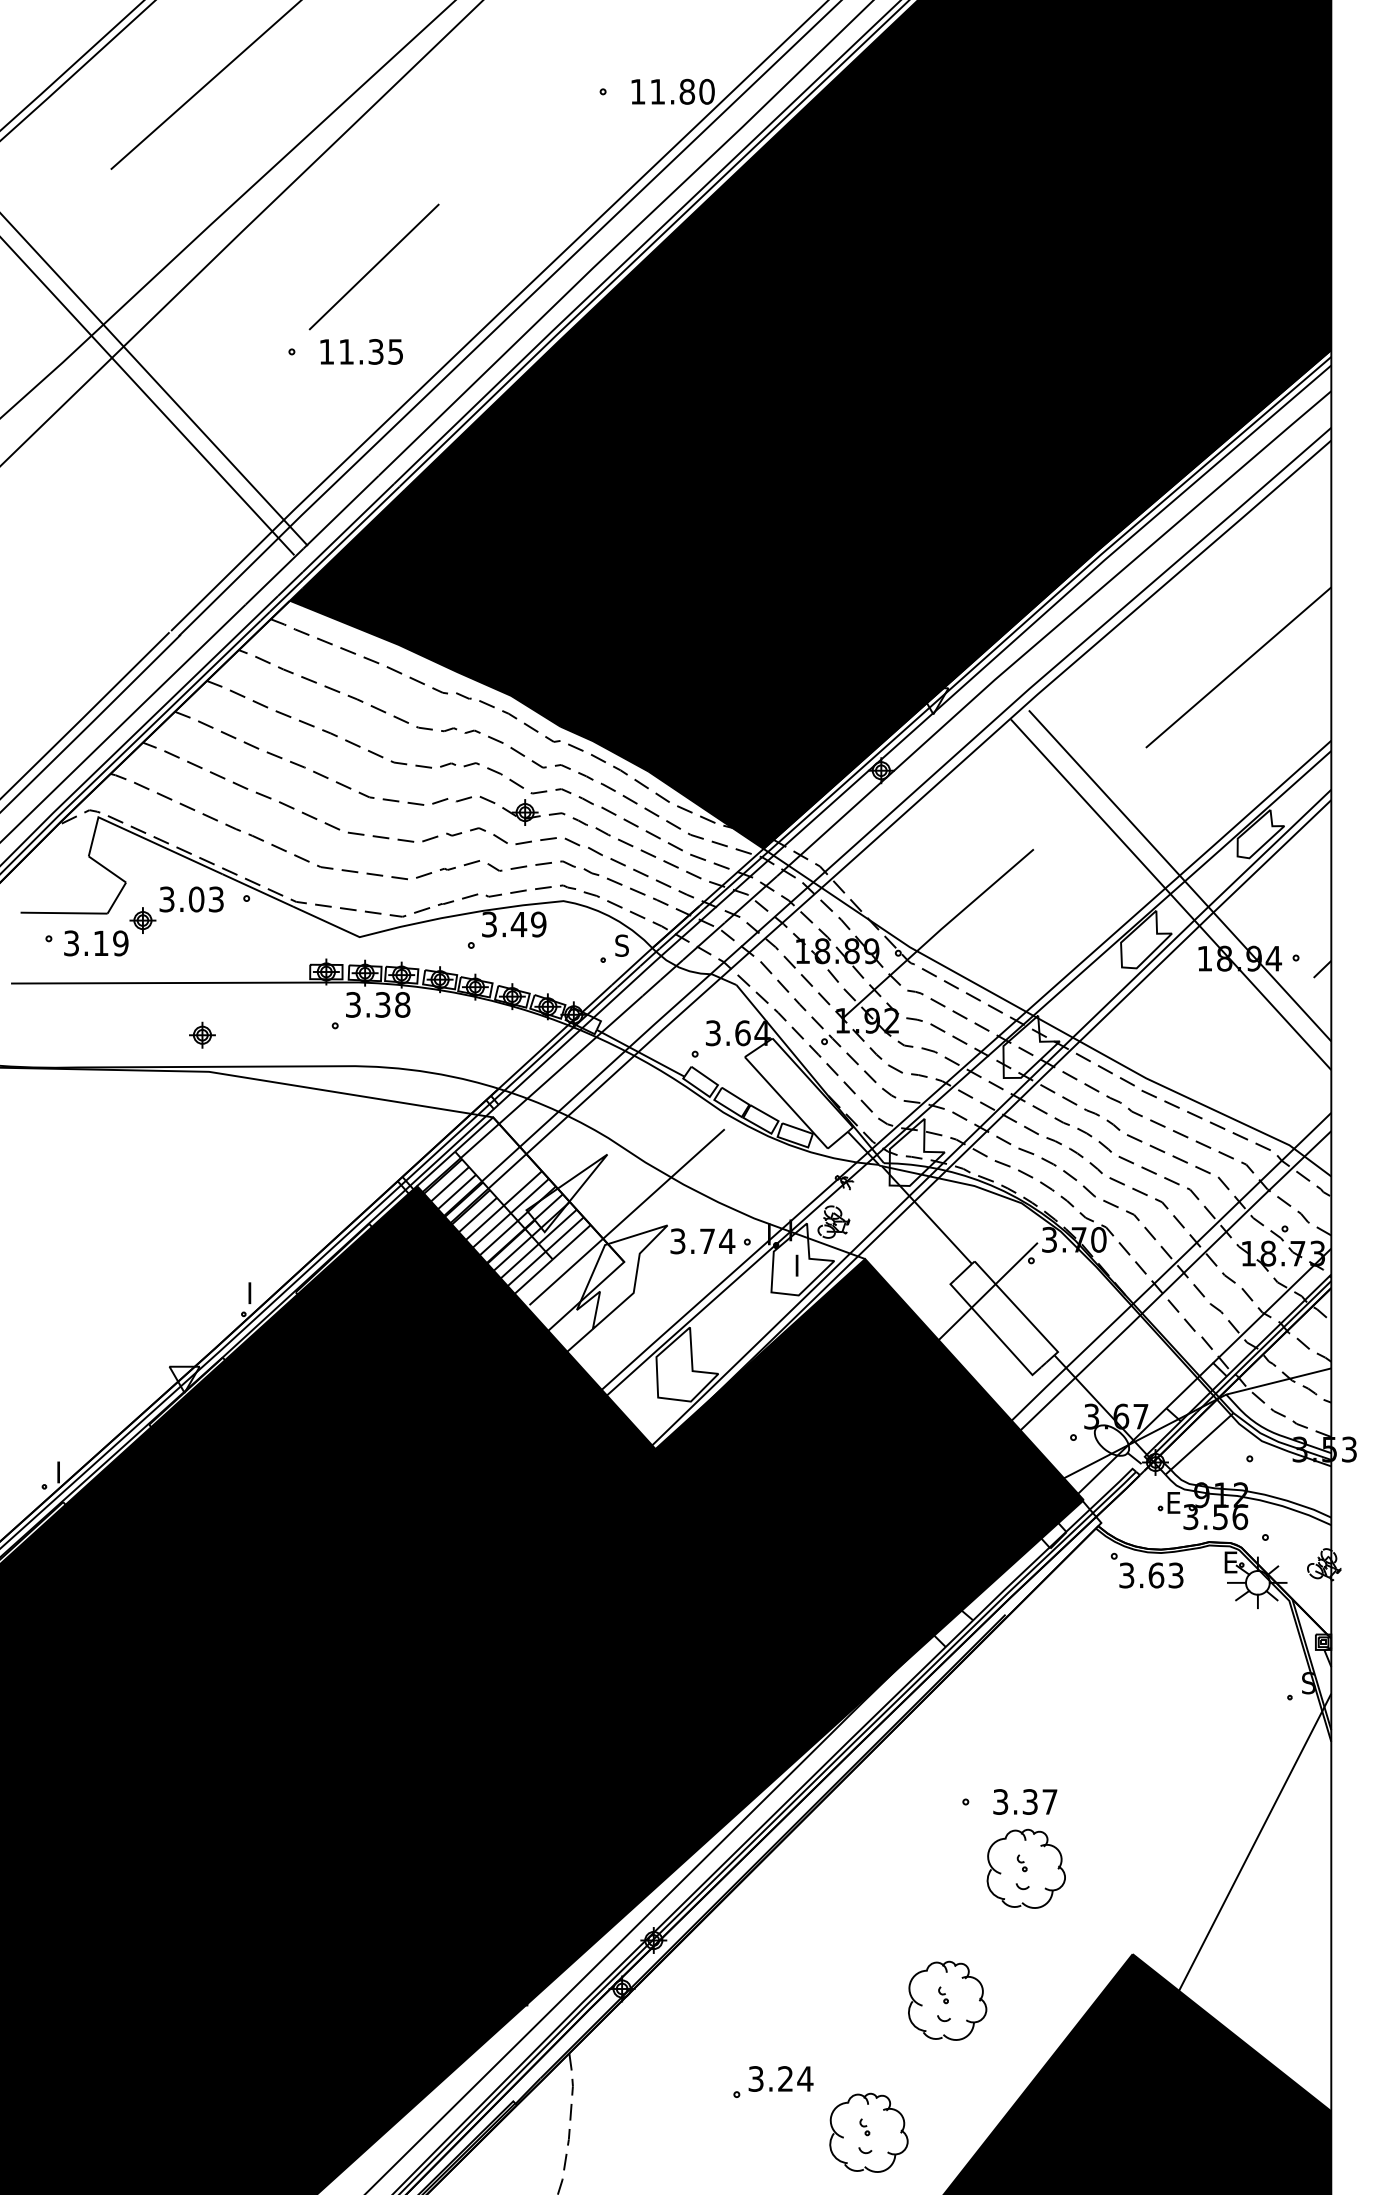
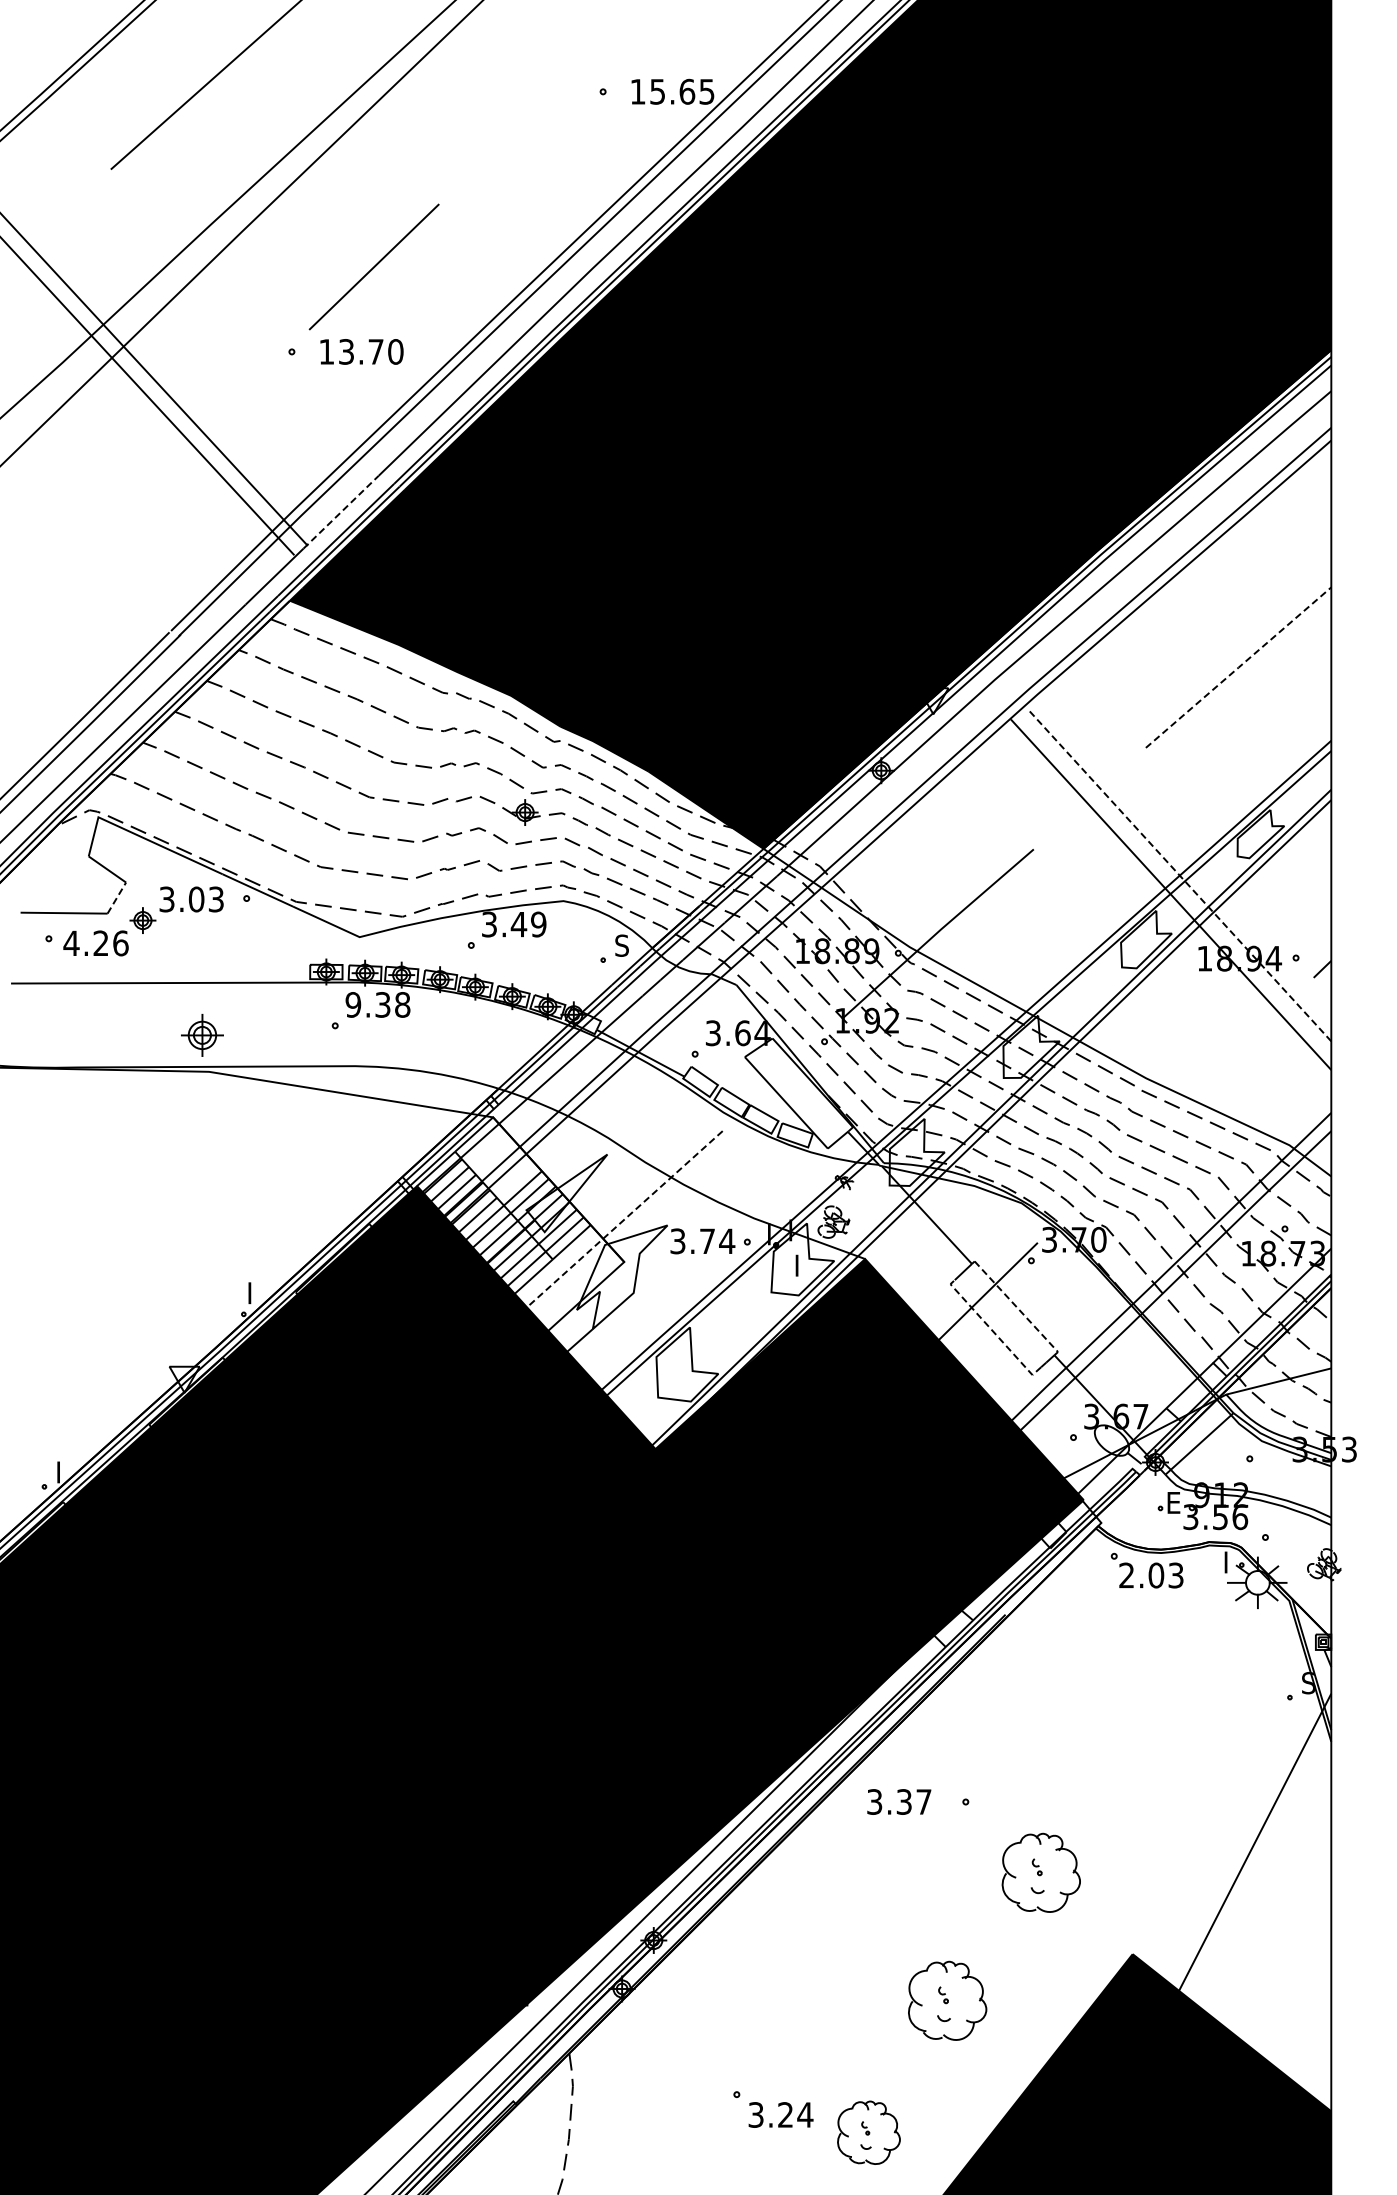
text at (682, 91): 11.80 -> 15.65
text at (371, 351): 11.35 -> 13.70
line at (341, 511): solid -> dashed
line at (1238, 667): solid -> dashed
line at (1180, 875): solid -> dashed
line at (117, 897): solid -> dashed
text at (95, 943): 3.19 -> 4.26
text at (353, 1004): 3.38 -> 9.38
part at (202, 1034) size: 27x28 px -> 43x43 px
line at (627, 1217): solid -> dashed
line at (1018, 1308): solid -> dashed
line at (993, 1331): solid -> dashed
text at (1232, 1562): E -> I
text at (1141, 1575): 3.63 -> 2.03
text at (1025, 1801) position: (1025, 1801) -> (899, 1801)
part at (1025, 1868) position: (1025, 1868) -> (1040, 1872)
text at (780, 2078) position: (780, 2078) -> (780, 2114)
part at (868, 2132) size: 80x81 px -> 64x65 px
